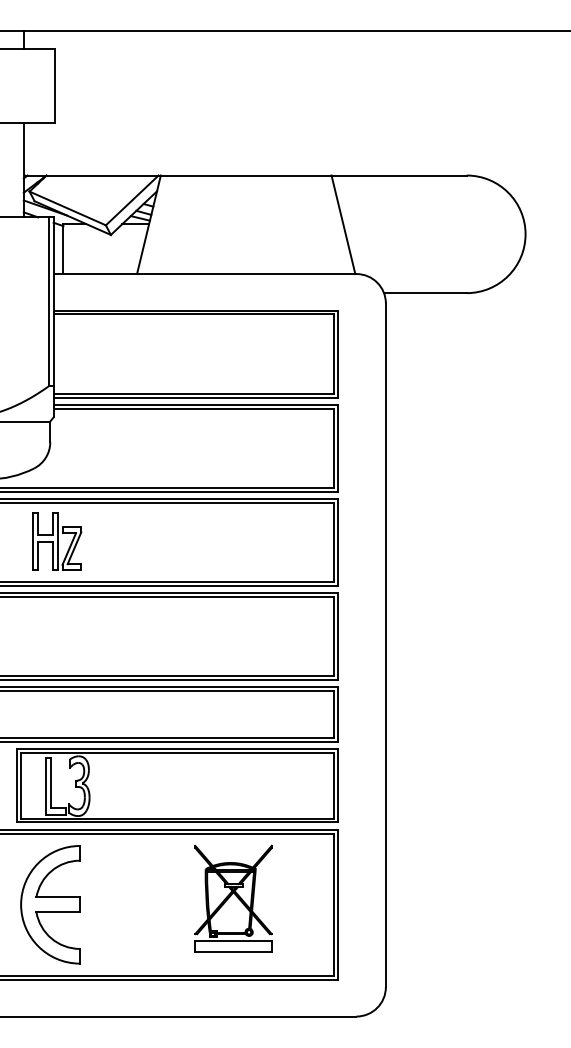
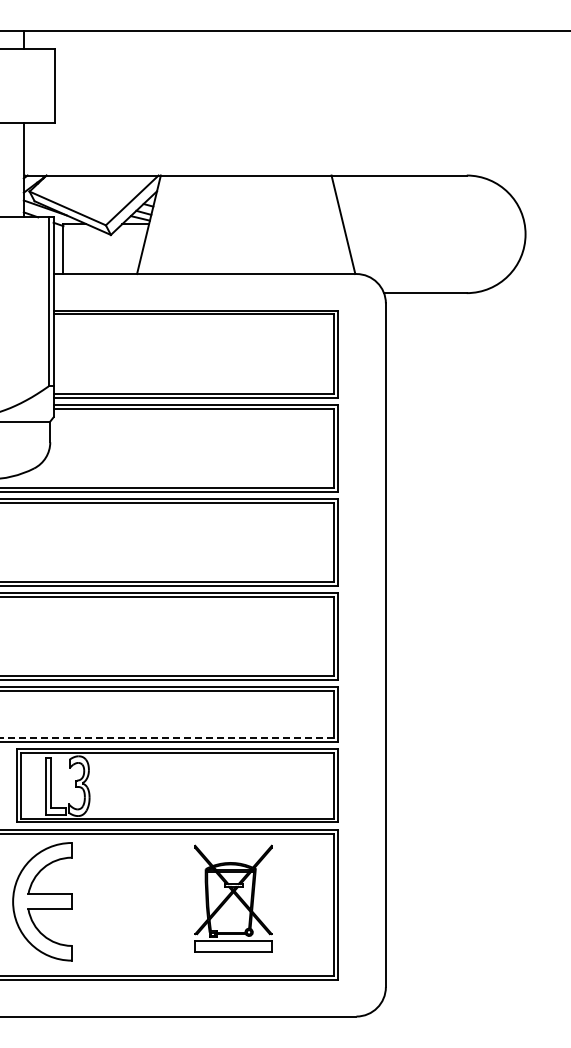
part at (57, 541): present -> none
line at (166, 737): solid -> dashed
part at (50, 904) position: (50, 904) -> (42, 901)
